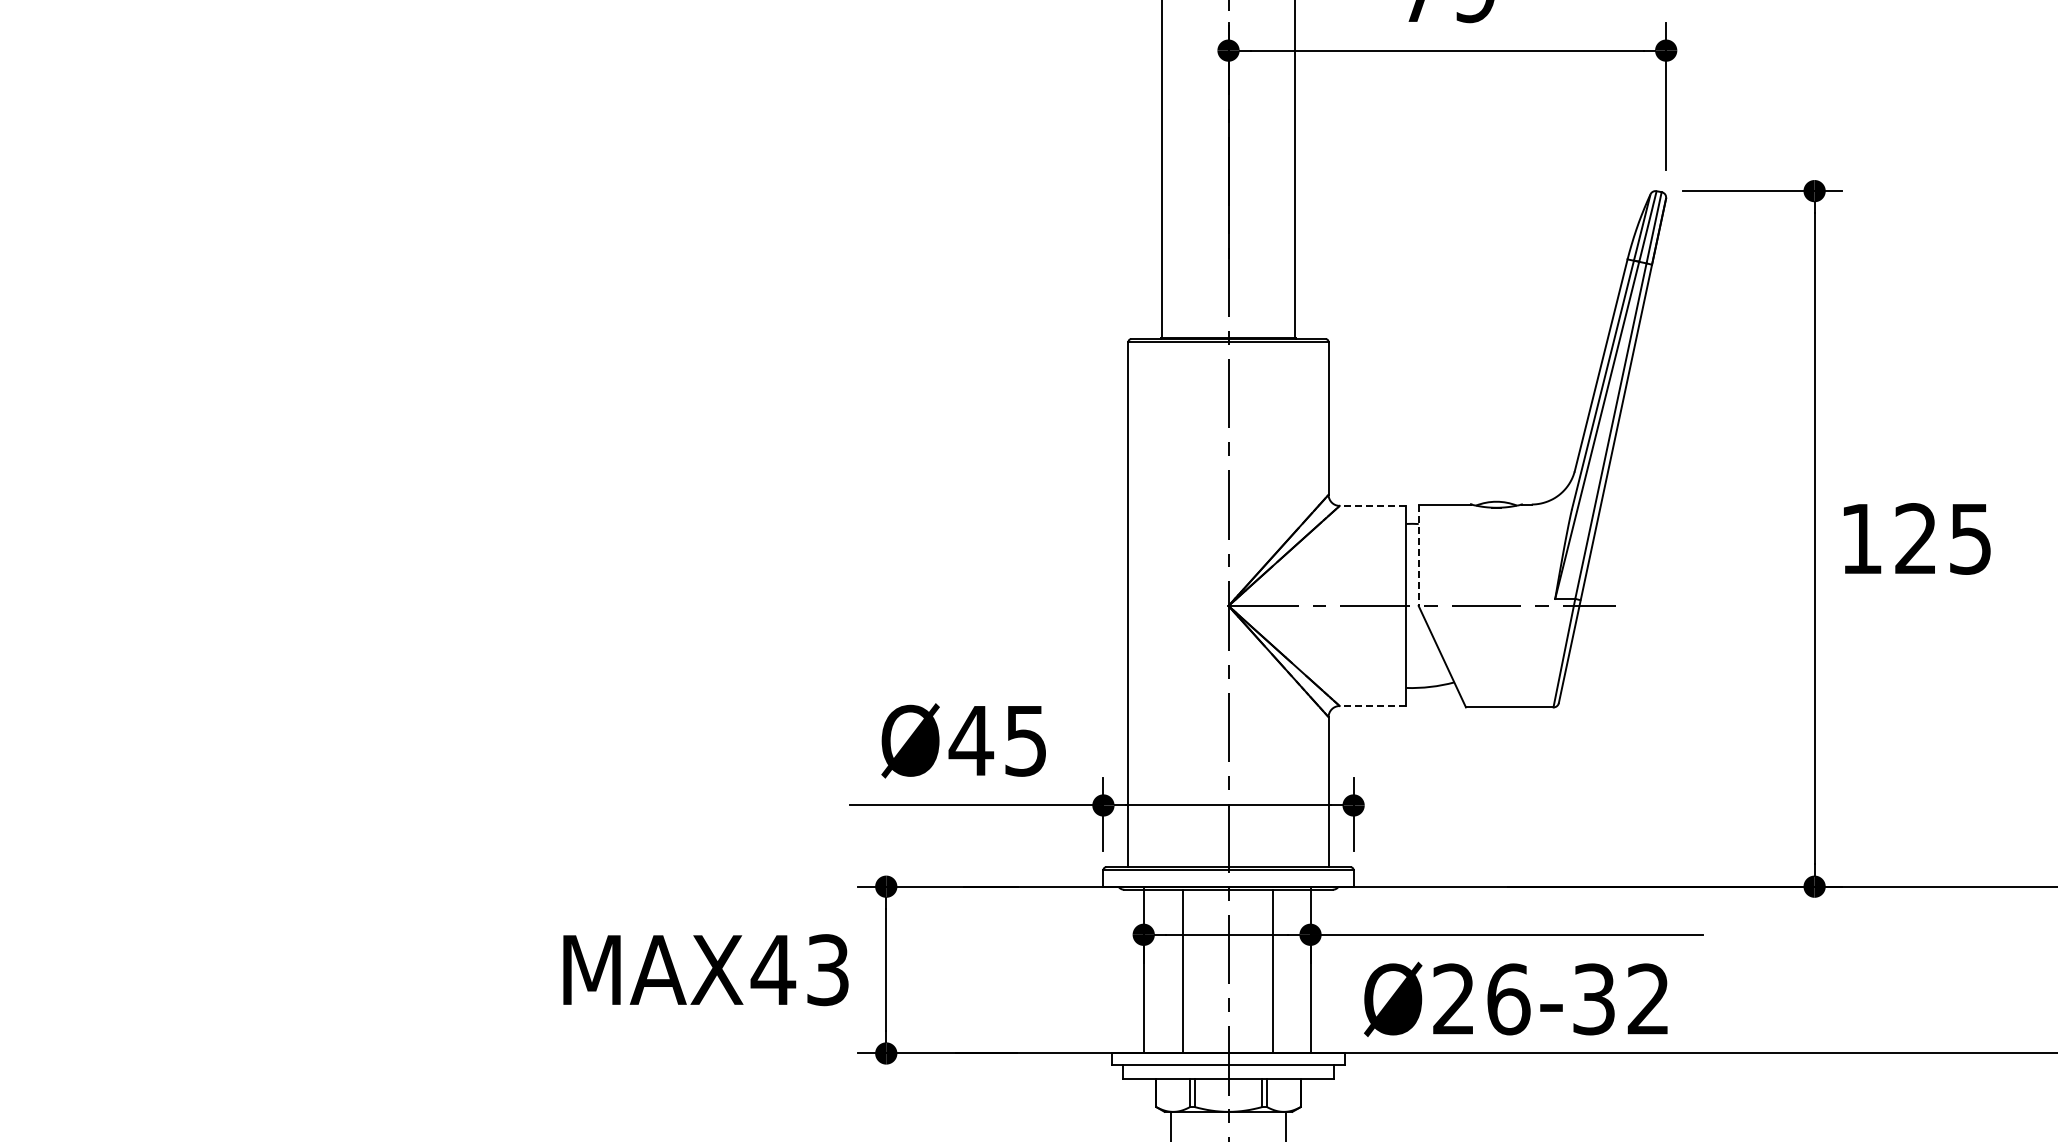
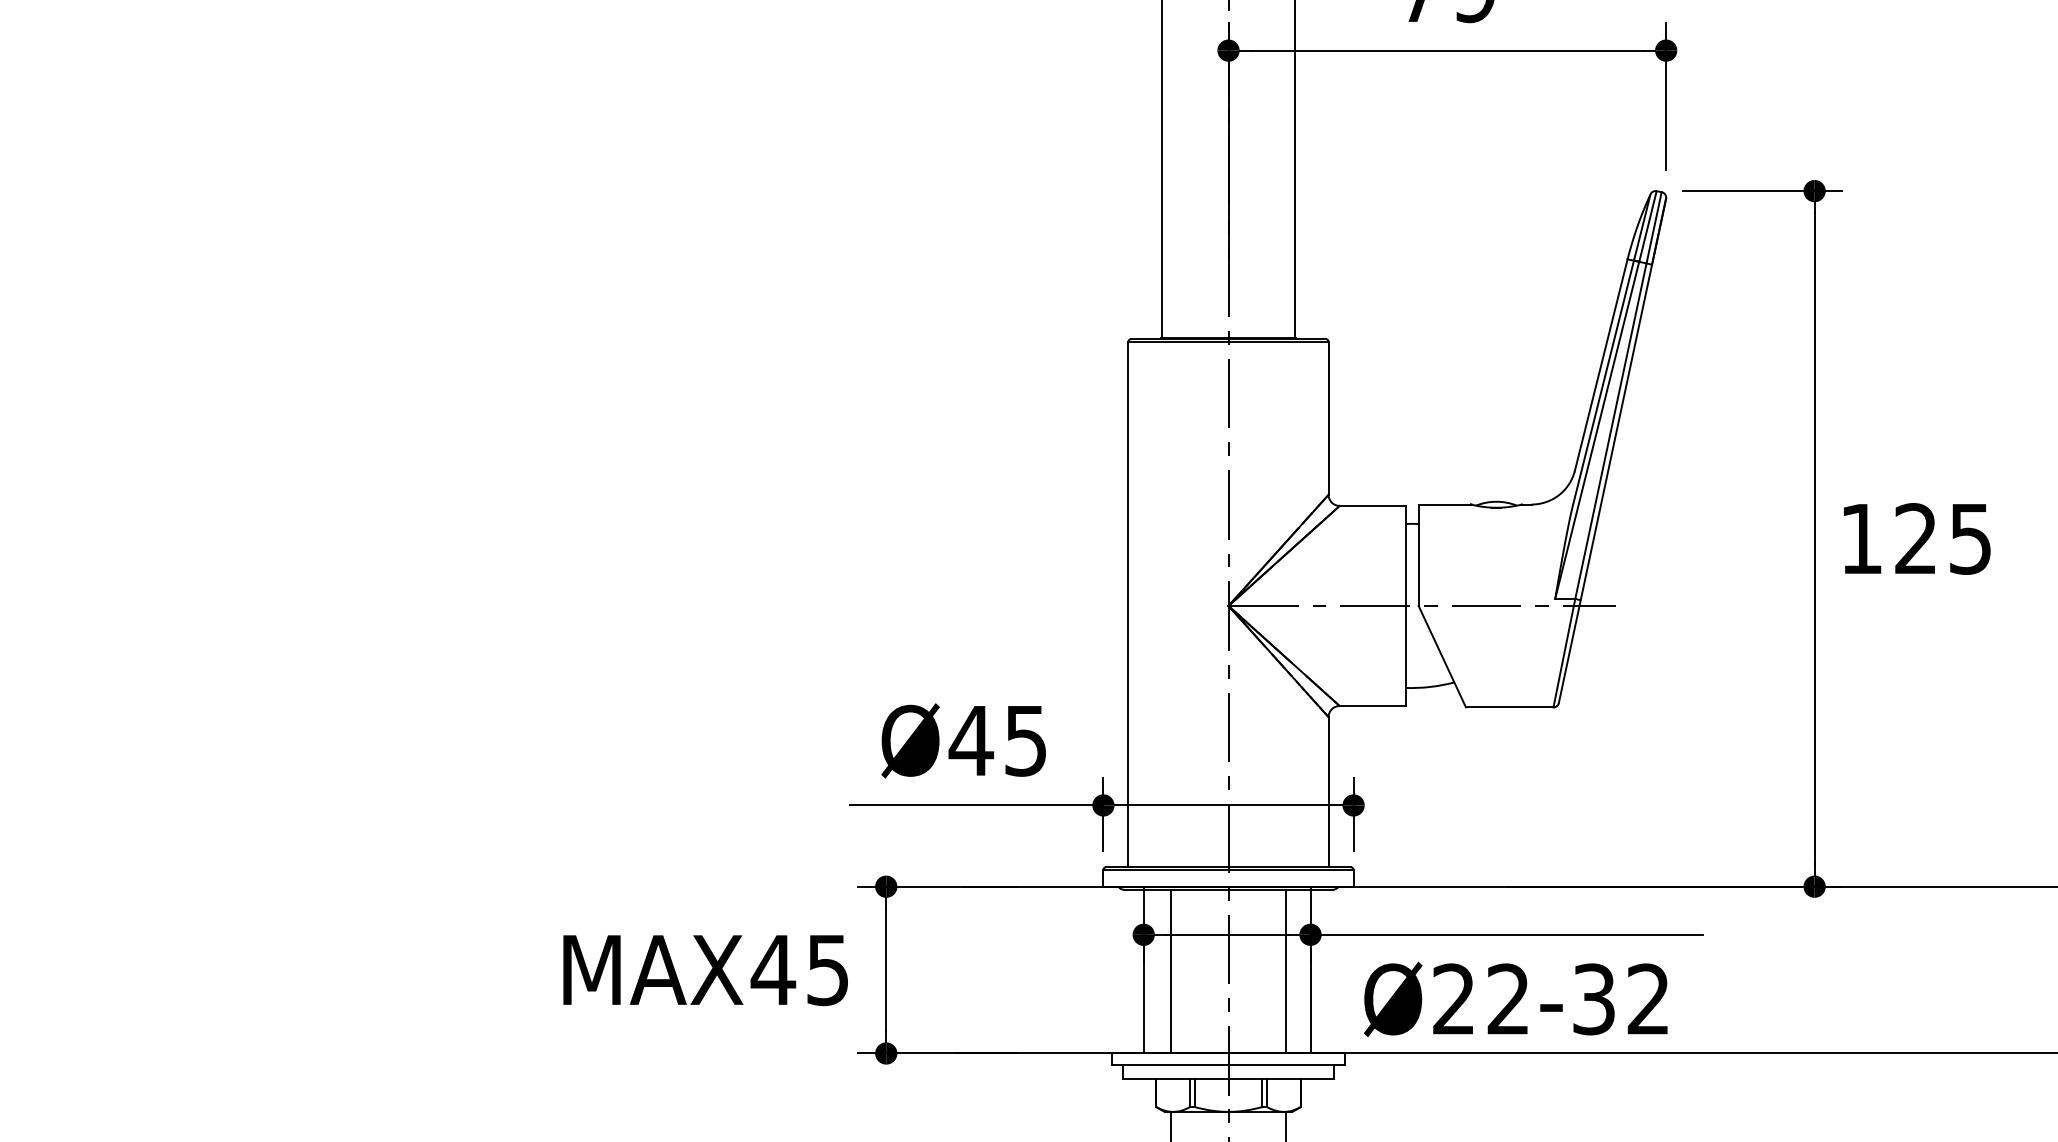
line at (1372, 505): dashed -> solid
line at (1418, 555): dashed -> solid
line at (1372, 706): dashed -> solid
text at (827, 969): MAX43 -> MAX45
line at (1183, 971) position: (1183, 971) -> (1171, 971)
line at (1272, 971) position: (1272, 971) -> (1285, 971)
text at (1508, 999): Ø26-32 -> Ø22-32
